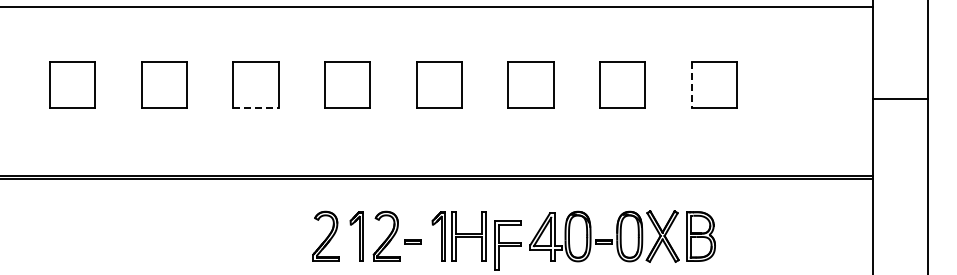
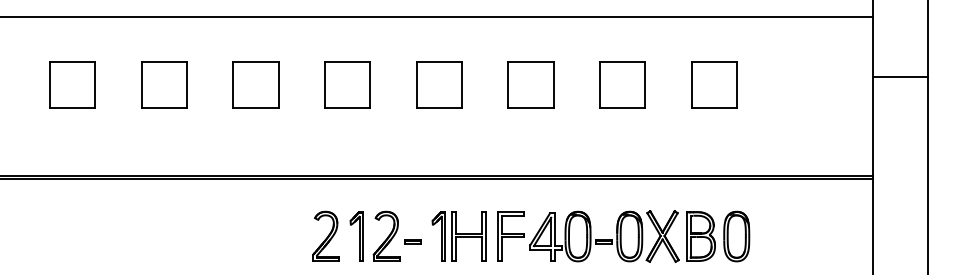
line at (437, 6) position: (437, 6) -> (437, 16)
line at (691, 85): dashed -> solid
line at (900, 98) position: (900, 98) -> (900, 76)
line at (255, 107): dashed -> solid
part at (736, 236): none -> present
part at (507, 245) position: (507, 245) -> (510, 236)
